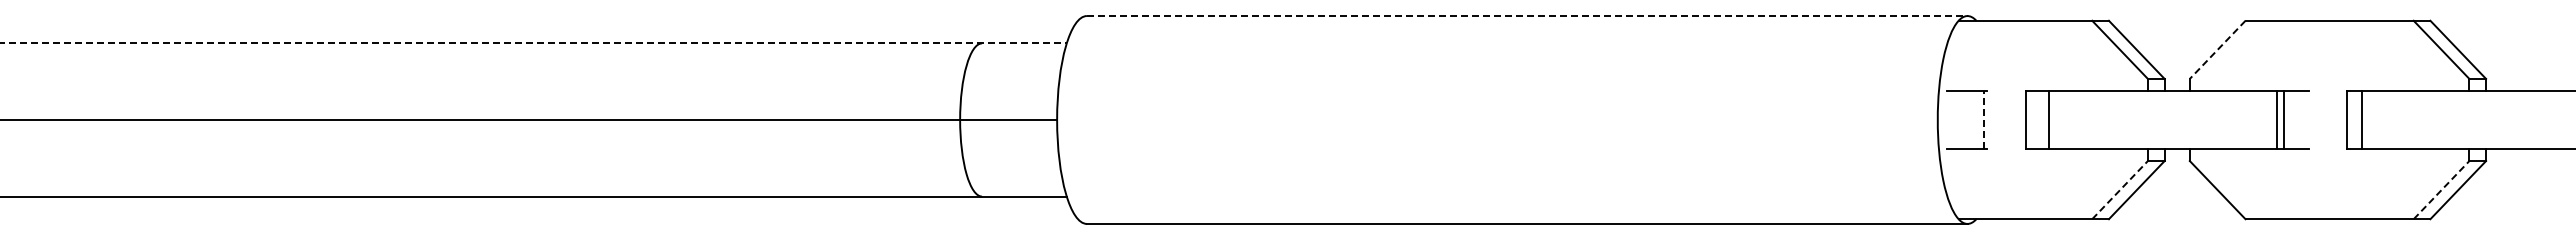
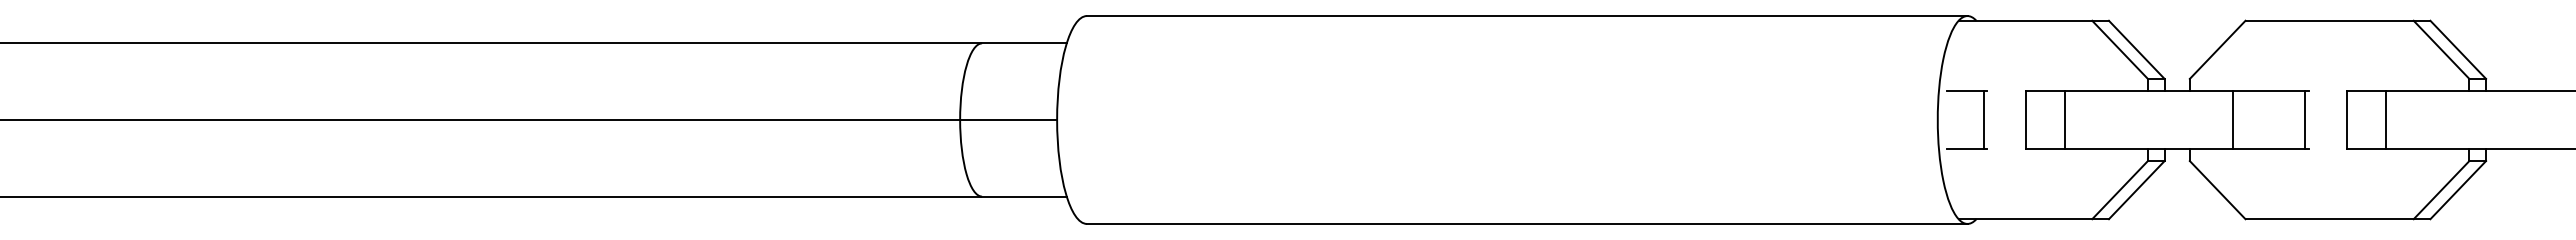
line at (1527, 16): dashed -> solid
line at (533, 43): dashed -> solid
line at (2217, 50): dashed -> solid
line at (1983, 119): dashed -> solid
line at (2048, 119) position: (2048, 119) -> (2064, 119)
line at (2276, 119) position: (2276, 119) -> (2232, 119)
line at (2284, 119) position: (2284, 119) -> (2305, 119)
line at (2362, 119) position: (2362, 119) -> (2386, 119)
line at (2120, 189): dashed -> solid
line at (2441, 189): dashed -> solid
